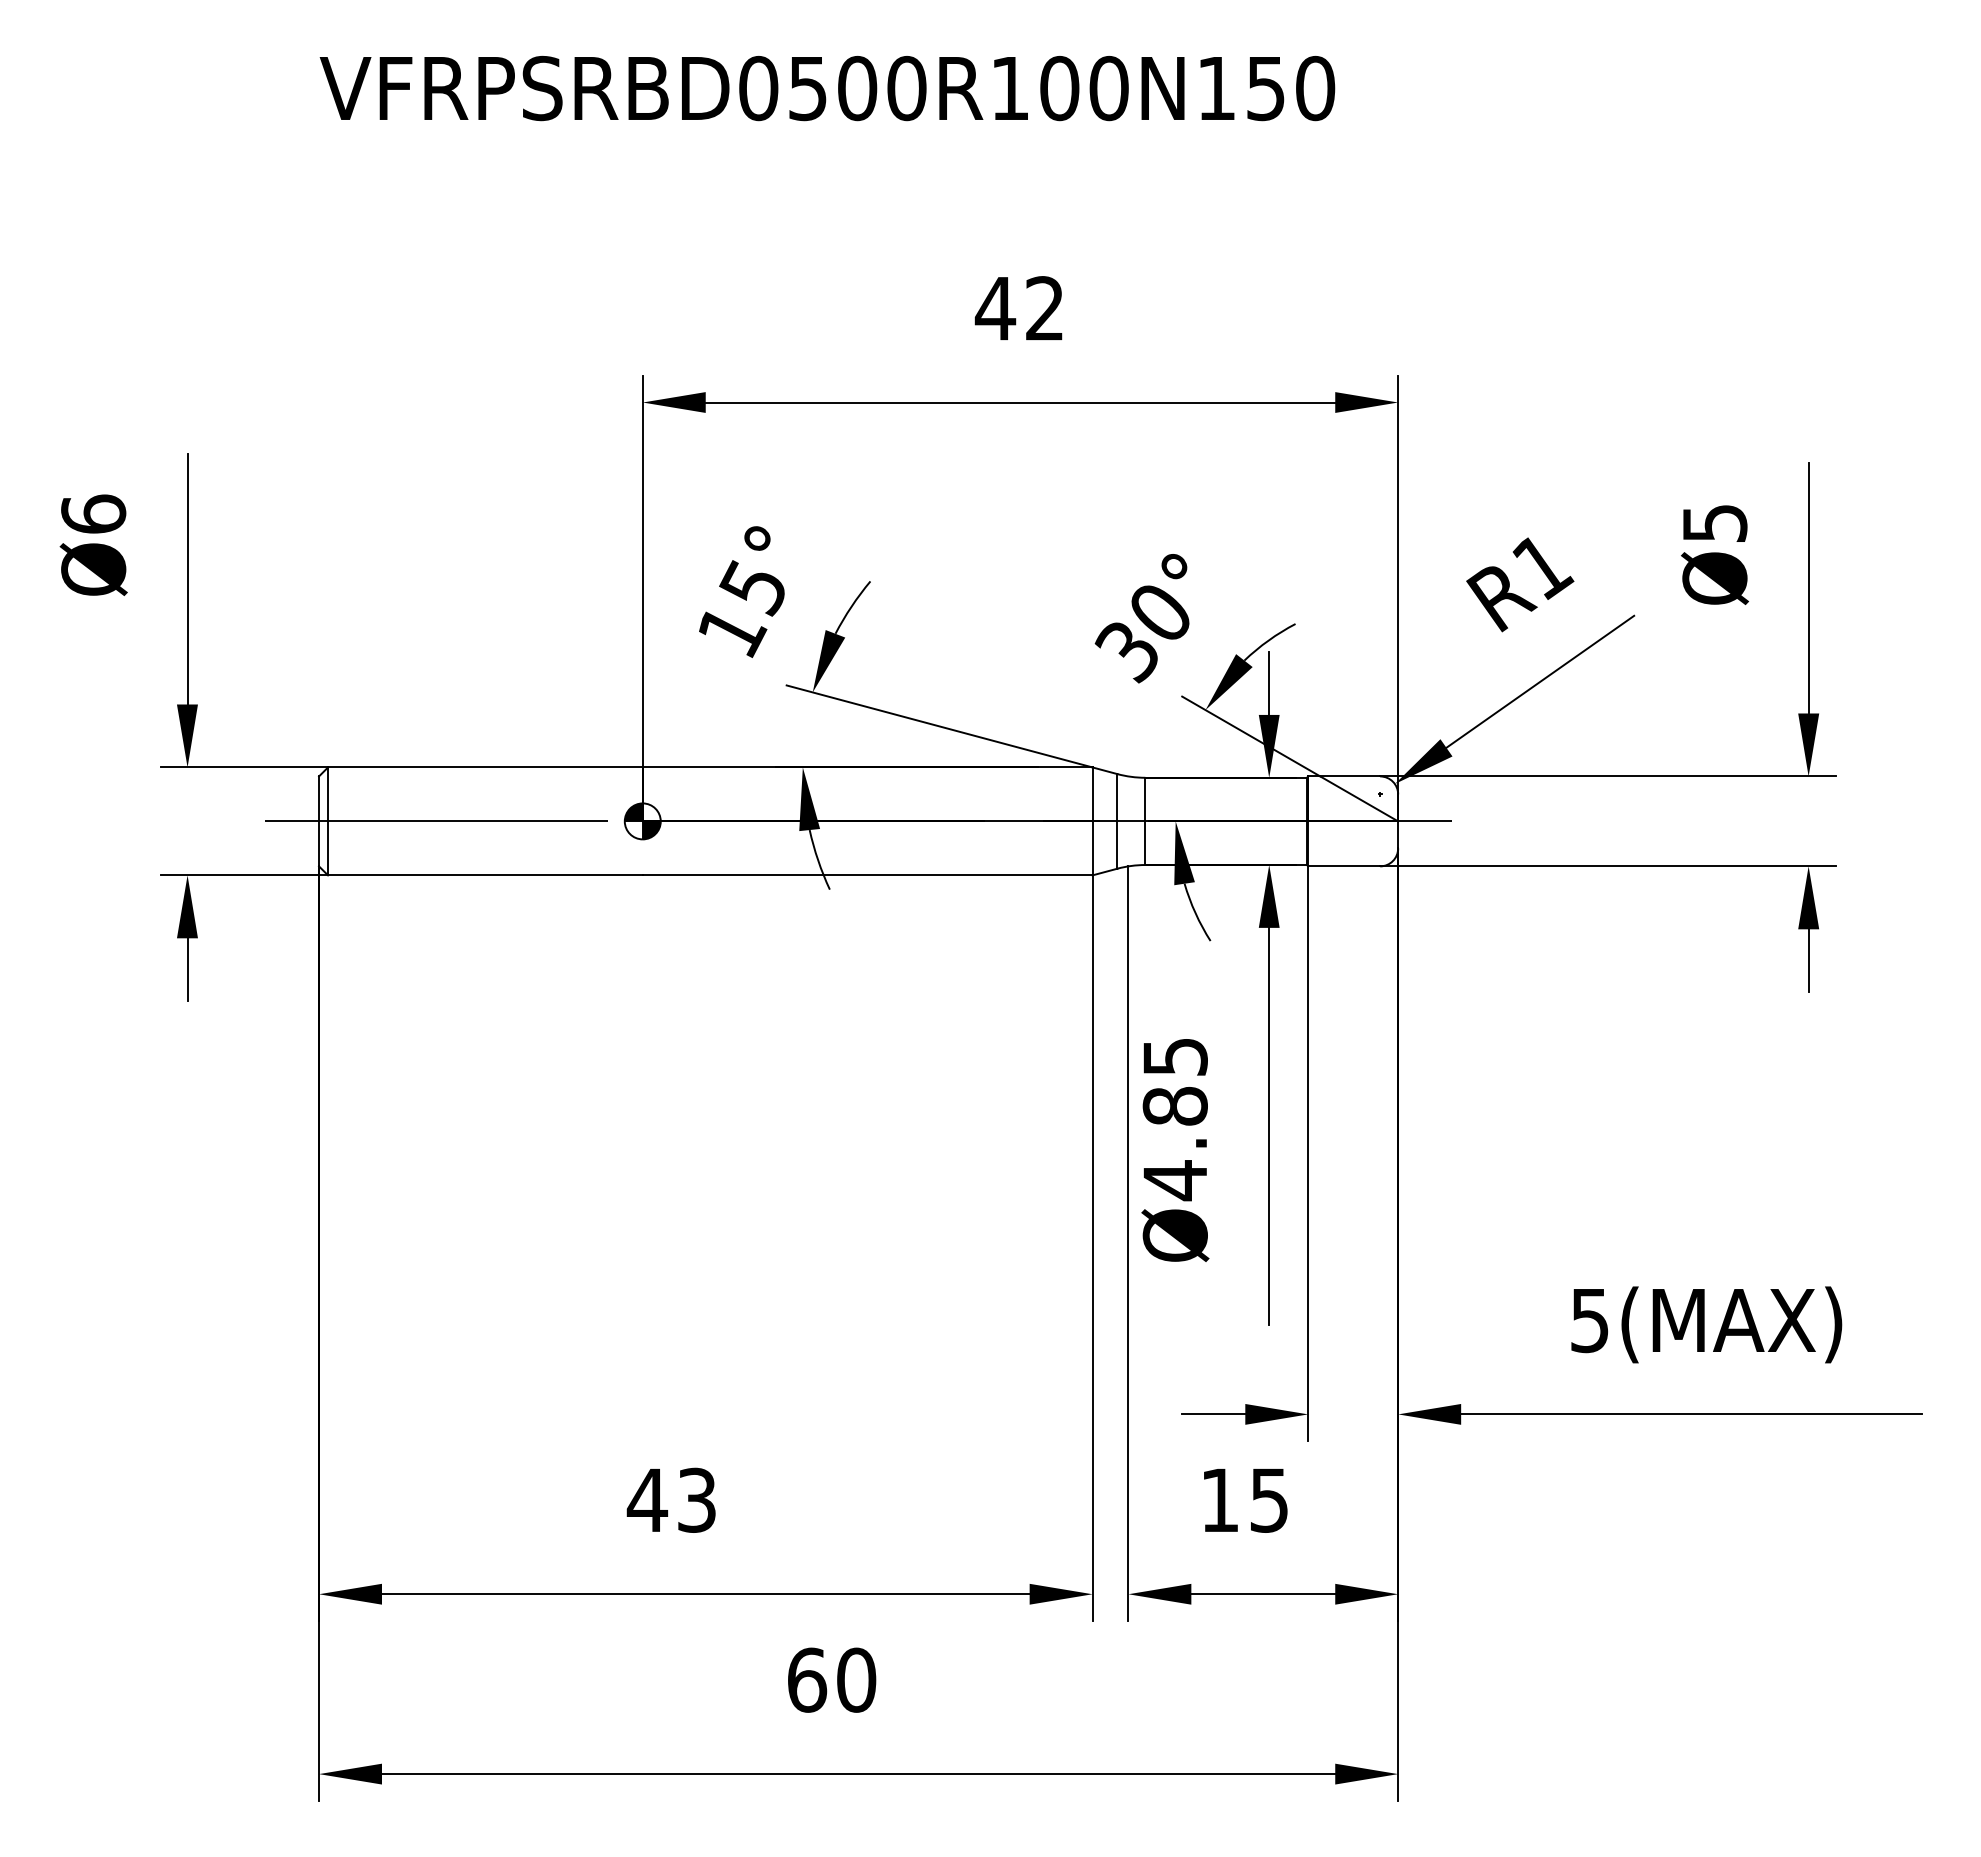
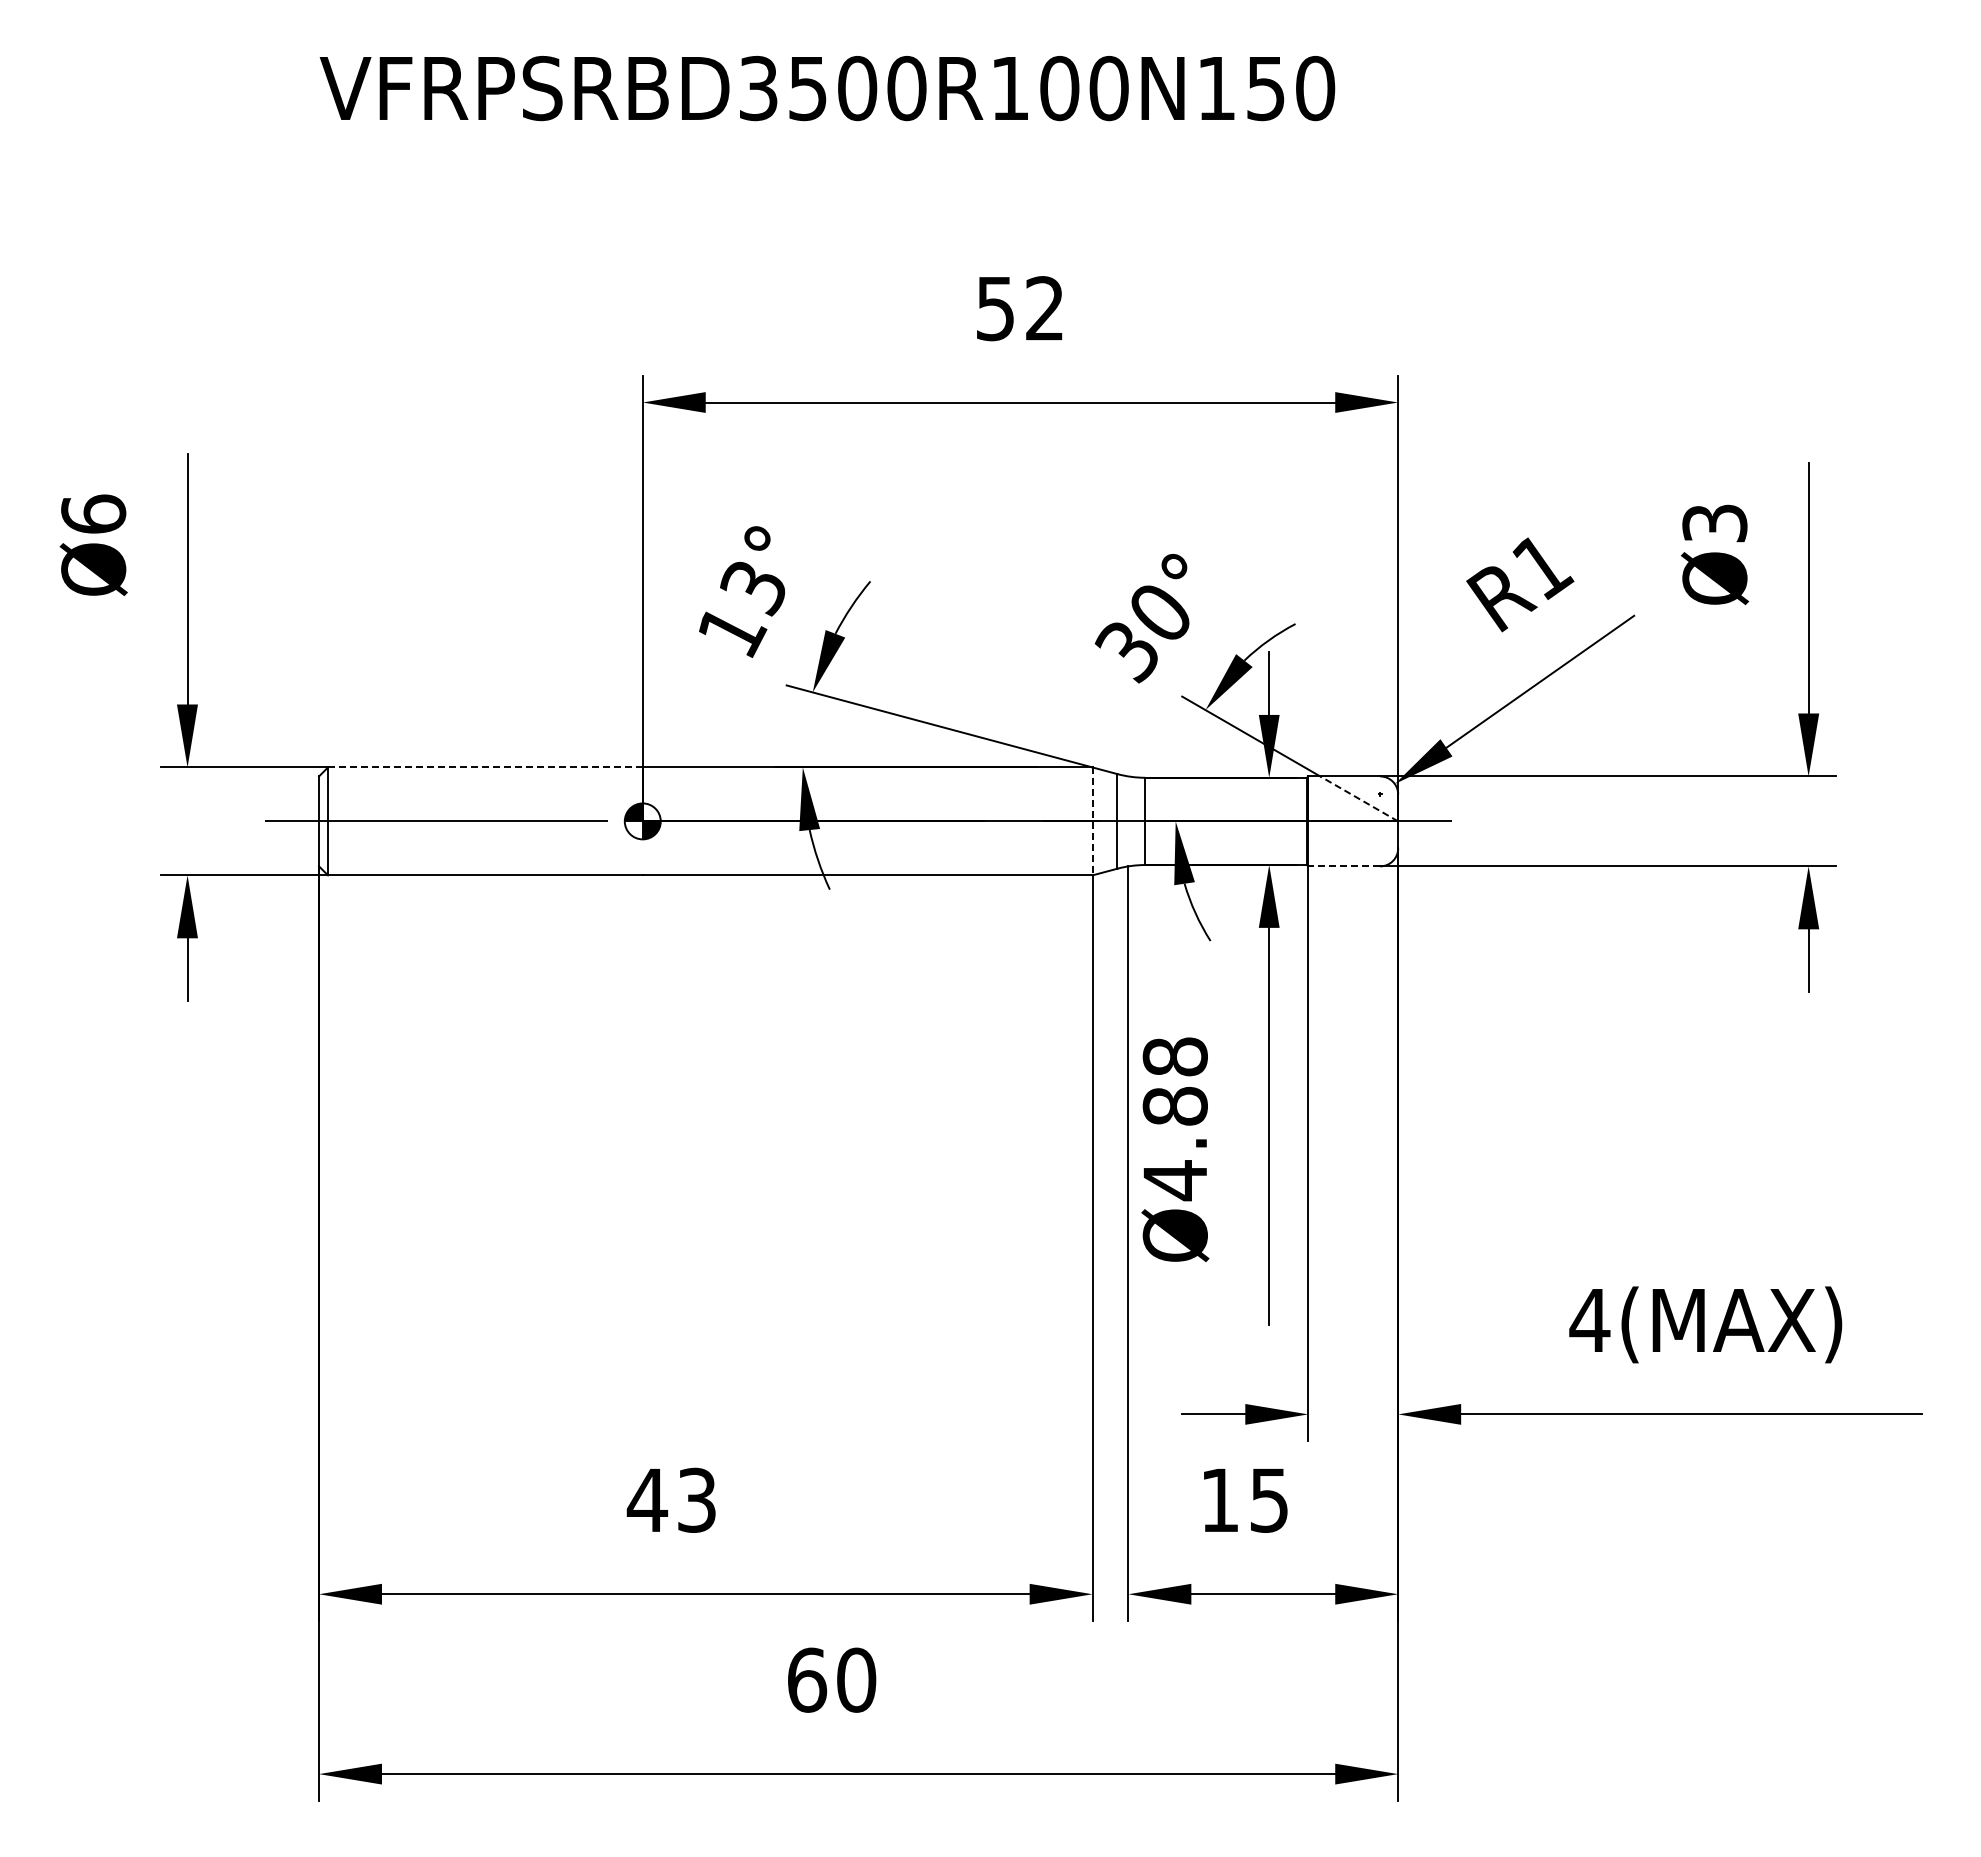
text at (758, 88): VFRPSRBD0500R100N150 -> VFRPSRBD3500R100N150
text at (995, 309): 42 -> 52
text at (1714, 522): Ø5 -> Ø3
text at (752, 588): 15° -> 13°
line at (484, 767): solid -> dashed
line at (1359, 798): solid -> dashed
line at (1092, 821): solid -> dashed
line at (1344, 866): solid -> dashed
text at (1174, 1056): Ø4.85 -> Ø4.88
text at (1589, 1321): 5(MAX) -> 4(MAX)
